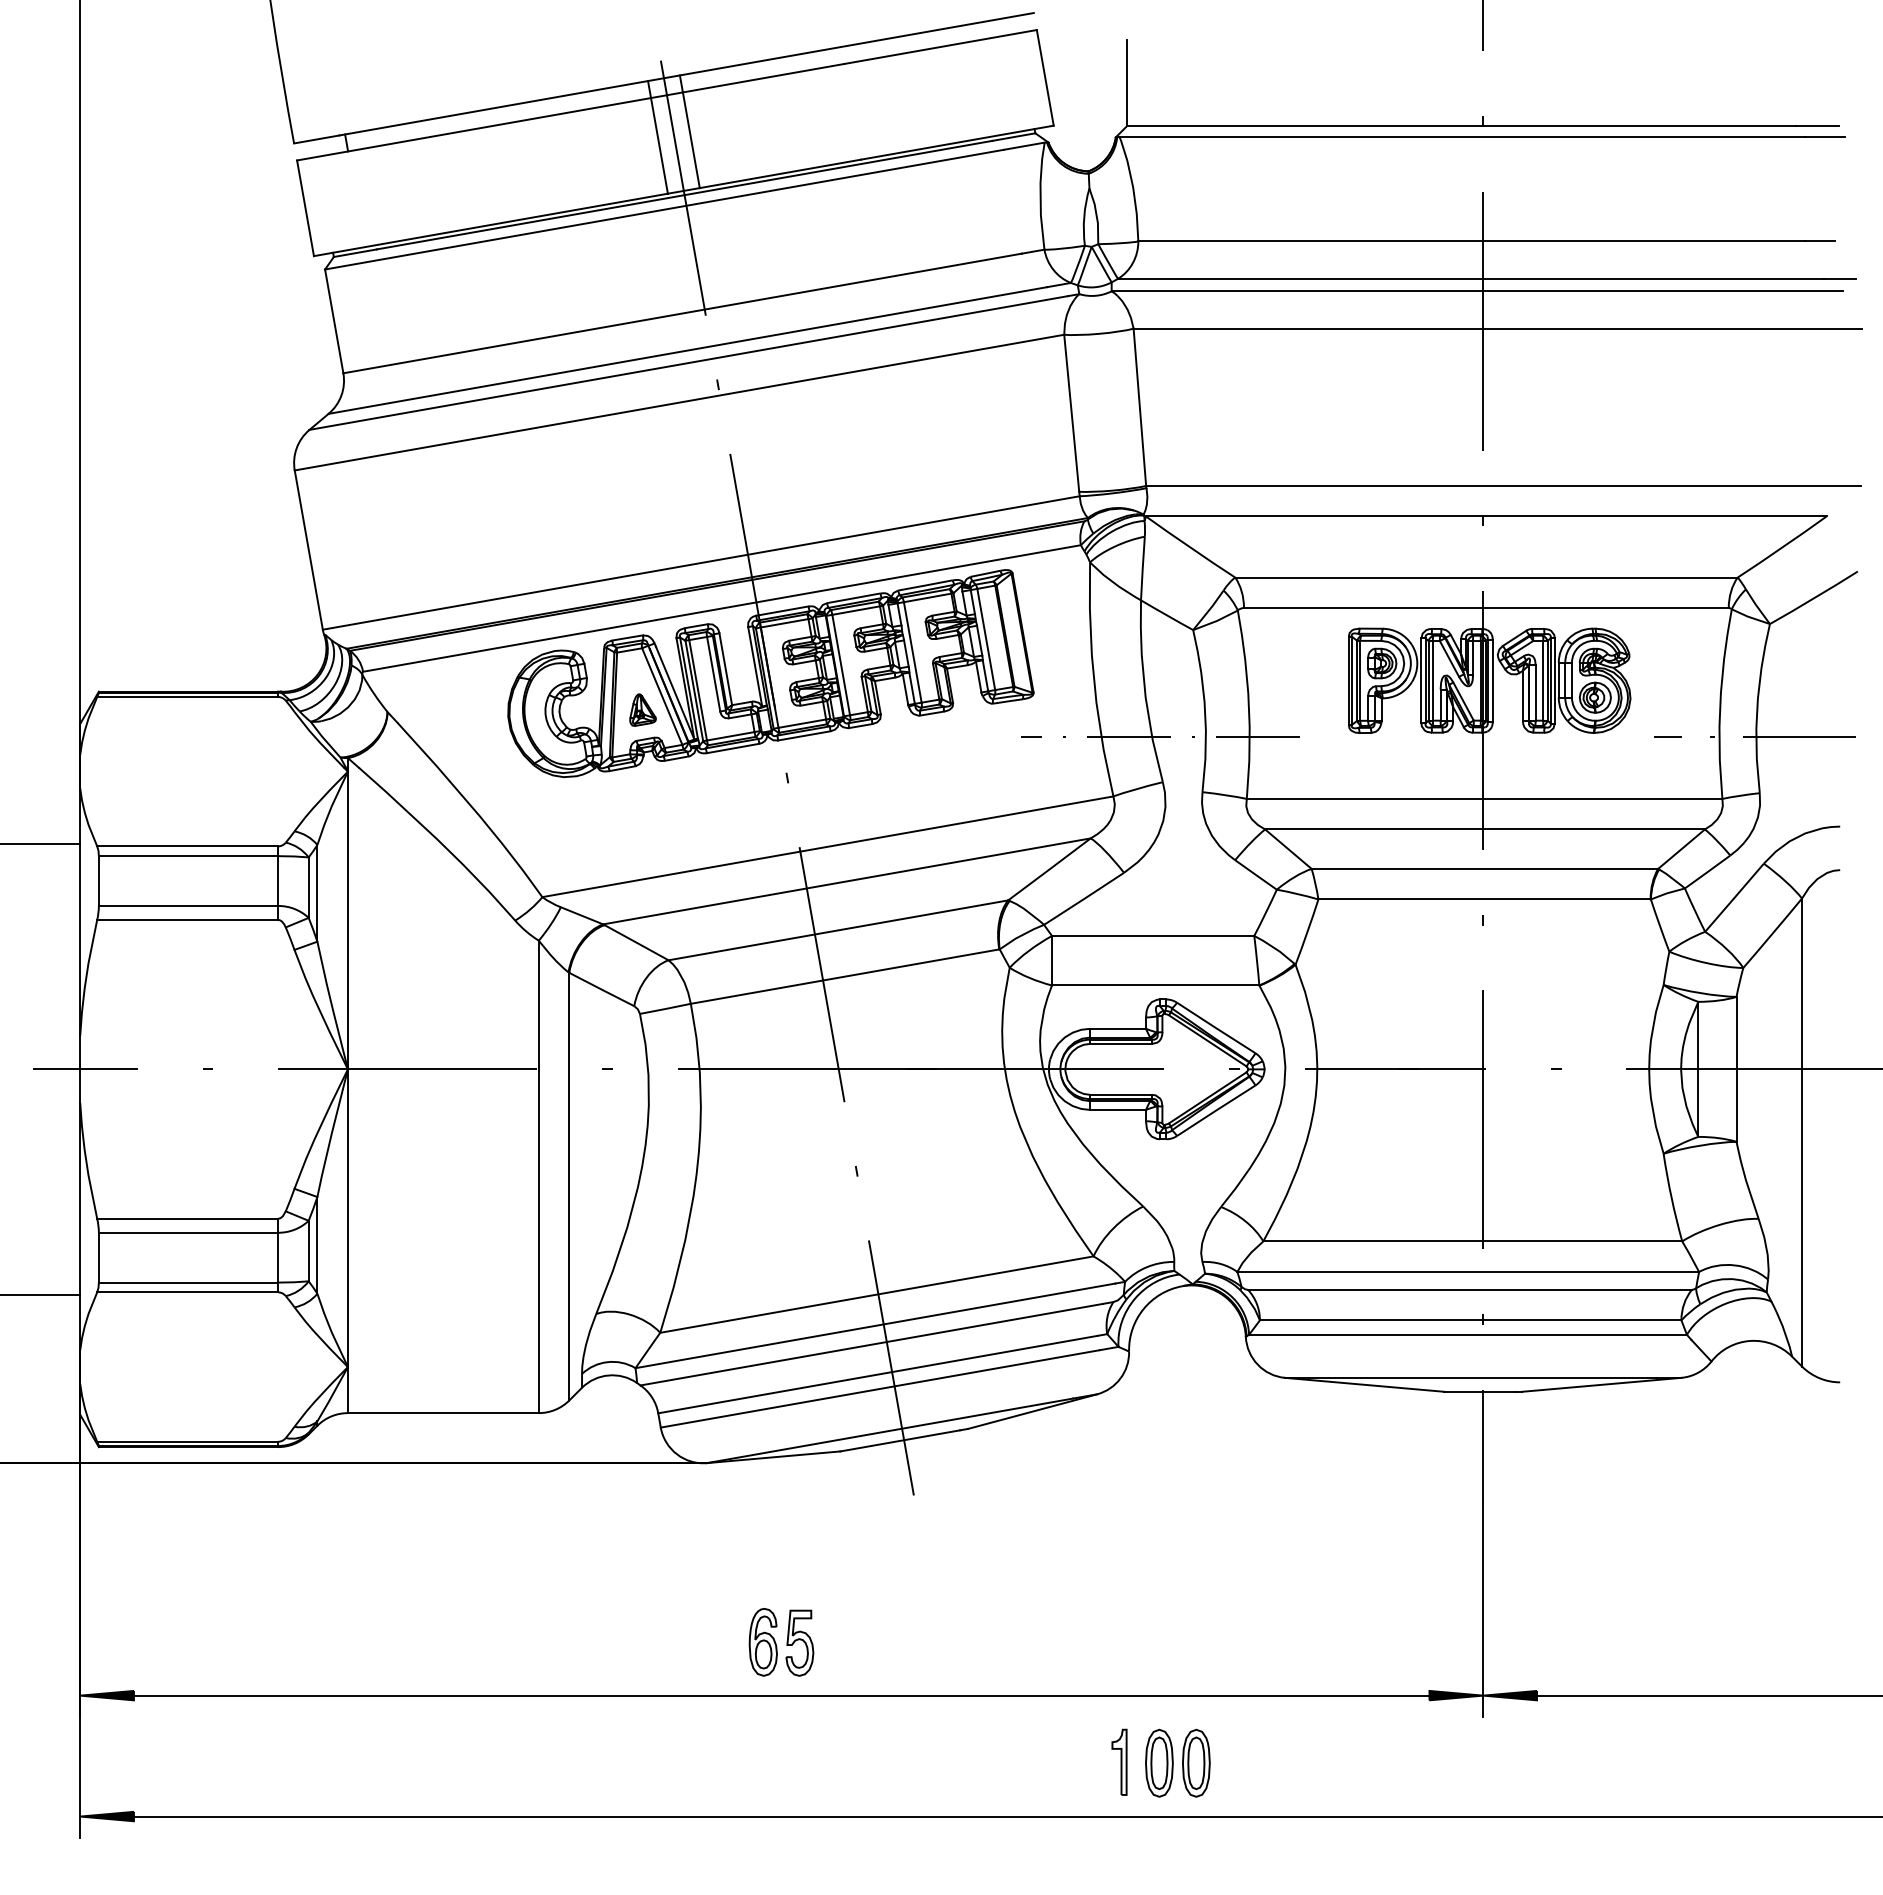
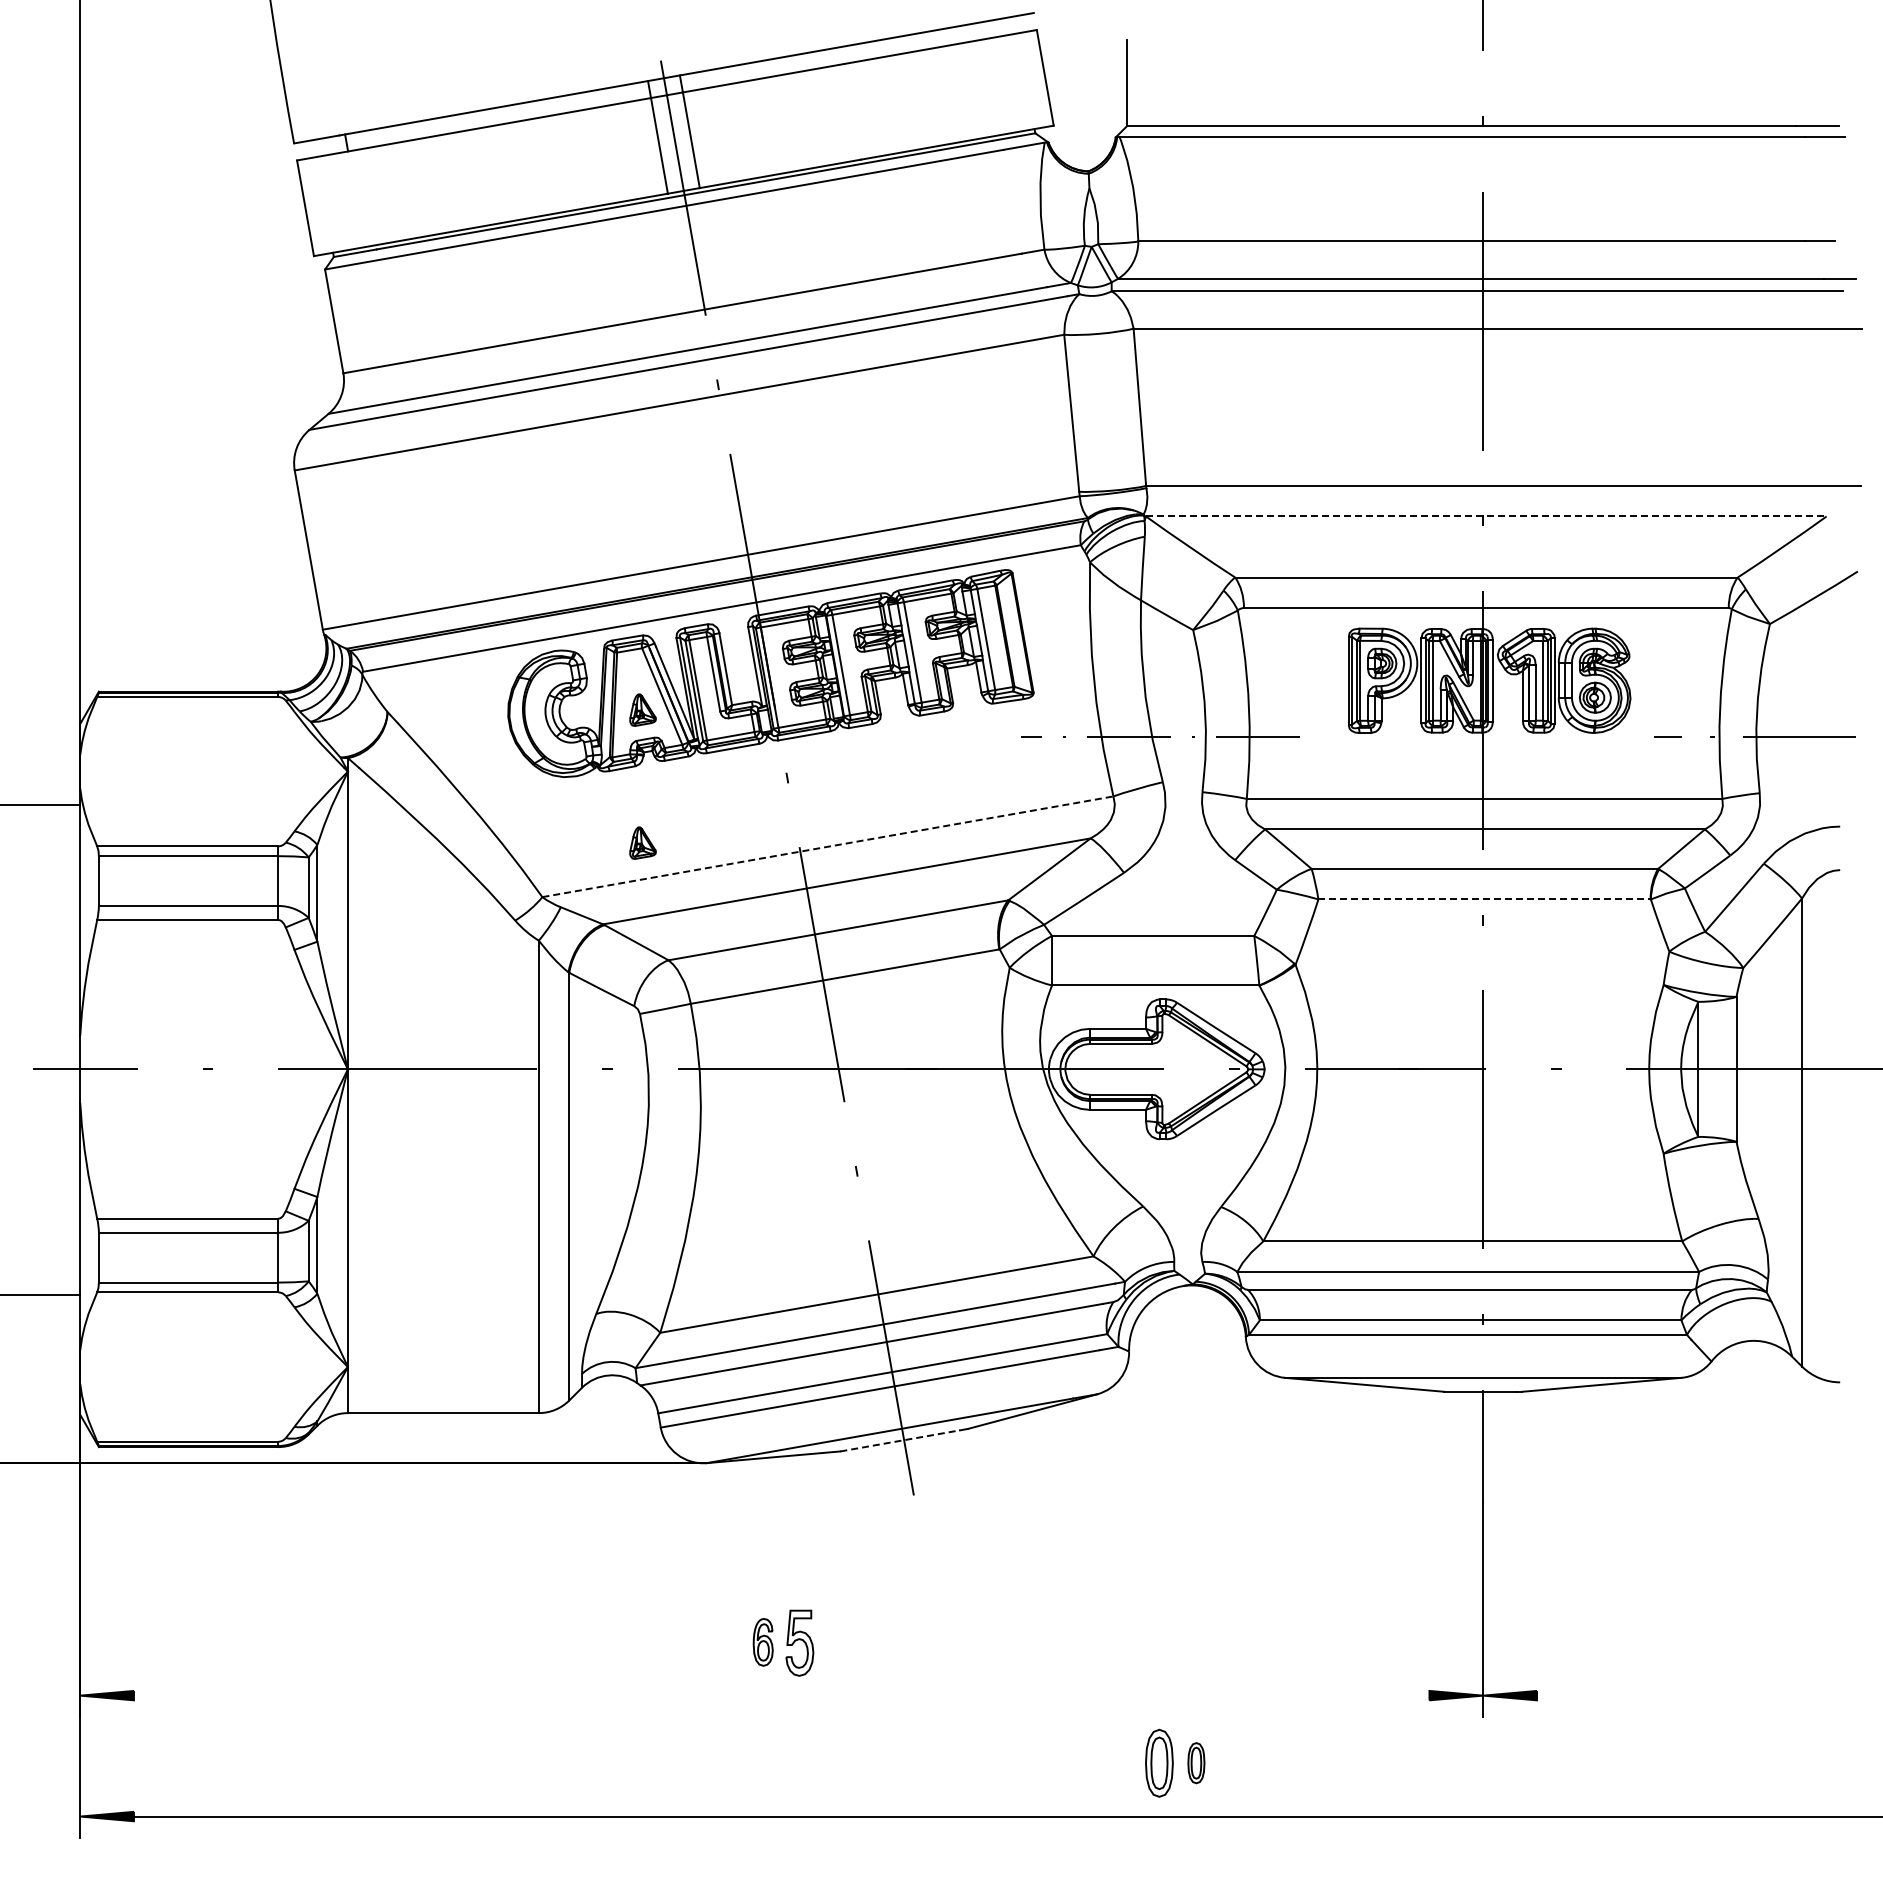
line at (1486, 516): solid -> dashed
part at (642, 842): none -> present
line at (41, 843) position: (41, 843) -> (41, 804)
line at (827, 846): solid -> dashed
line at (1485, 899): solid -> dashed
line at (900, 1440): solid -> dashed
part at (762, 1642) size: 30x69 px -> 22x49 px
line at (781, 1695): present -> none
line at (1708, 1695): present -> none
part at (1119, 1761): present -> none
part at (1196, 1762) size: 29x70 px -> 19x43 px
